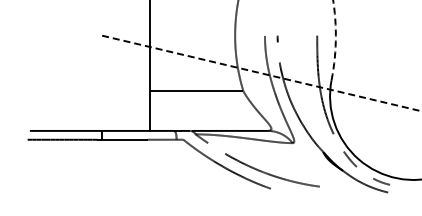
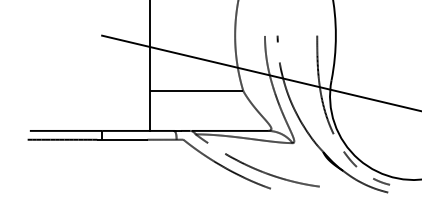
arc at (335, 39): dashed -> solid
line at (261, 73): dashed -> solid
